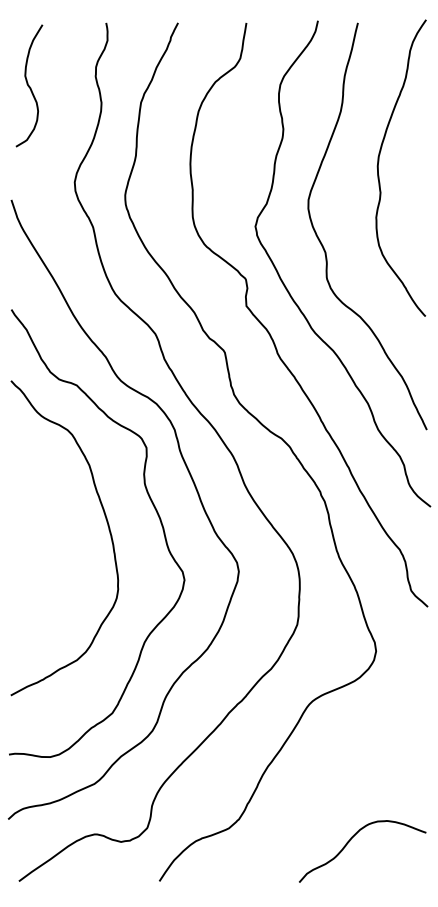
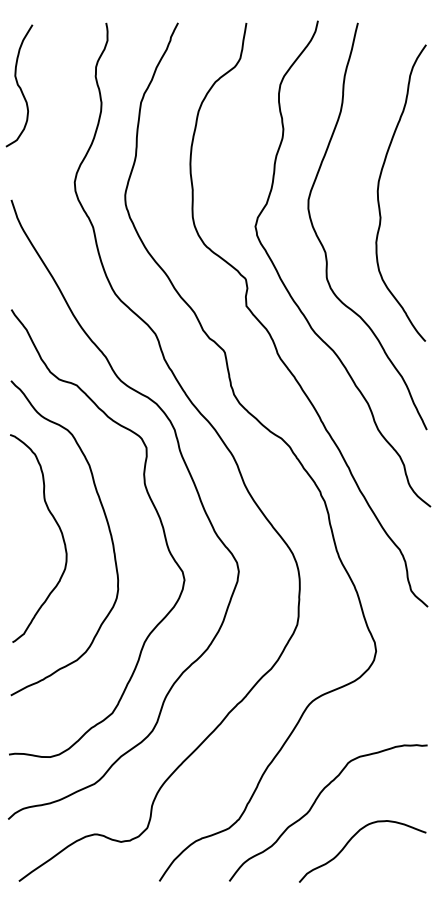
curve at (29, 85) position: (29, 85) -> (19, 85)
curve at (379, 162) position: (379, 162) -> (379, 187)
curve at (59, 530): none -> present
curve at (314, 804): none -> present
